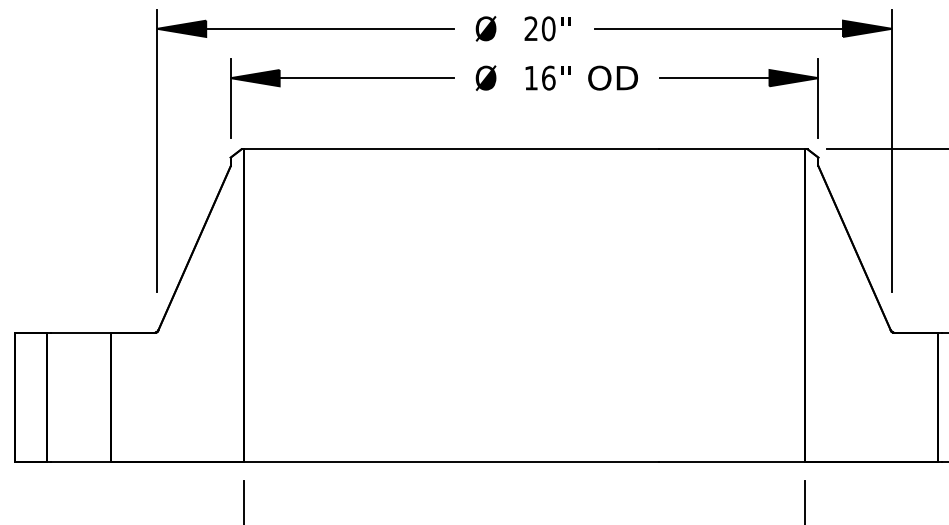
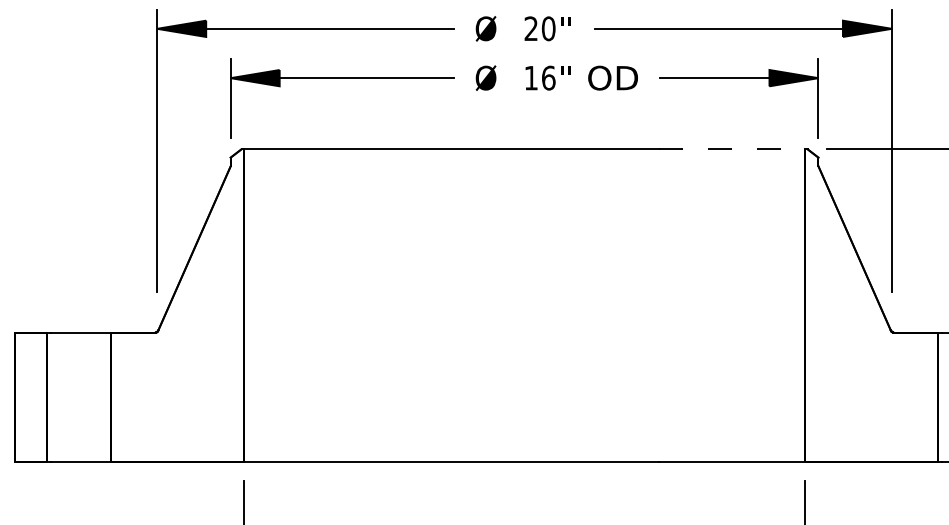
line at (731, 149): solid -> dashed
